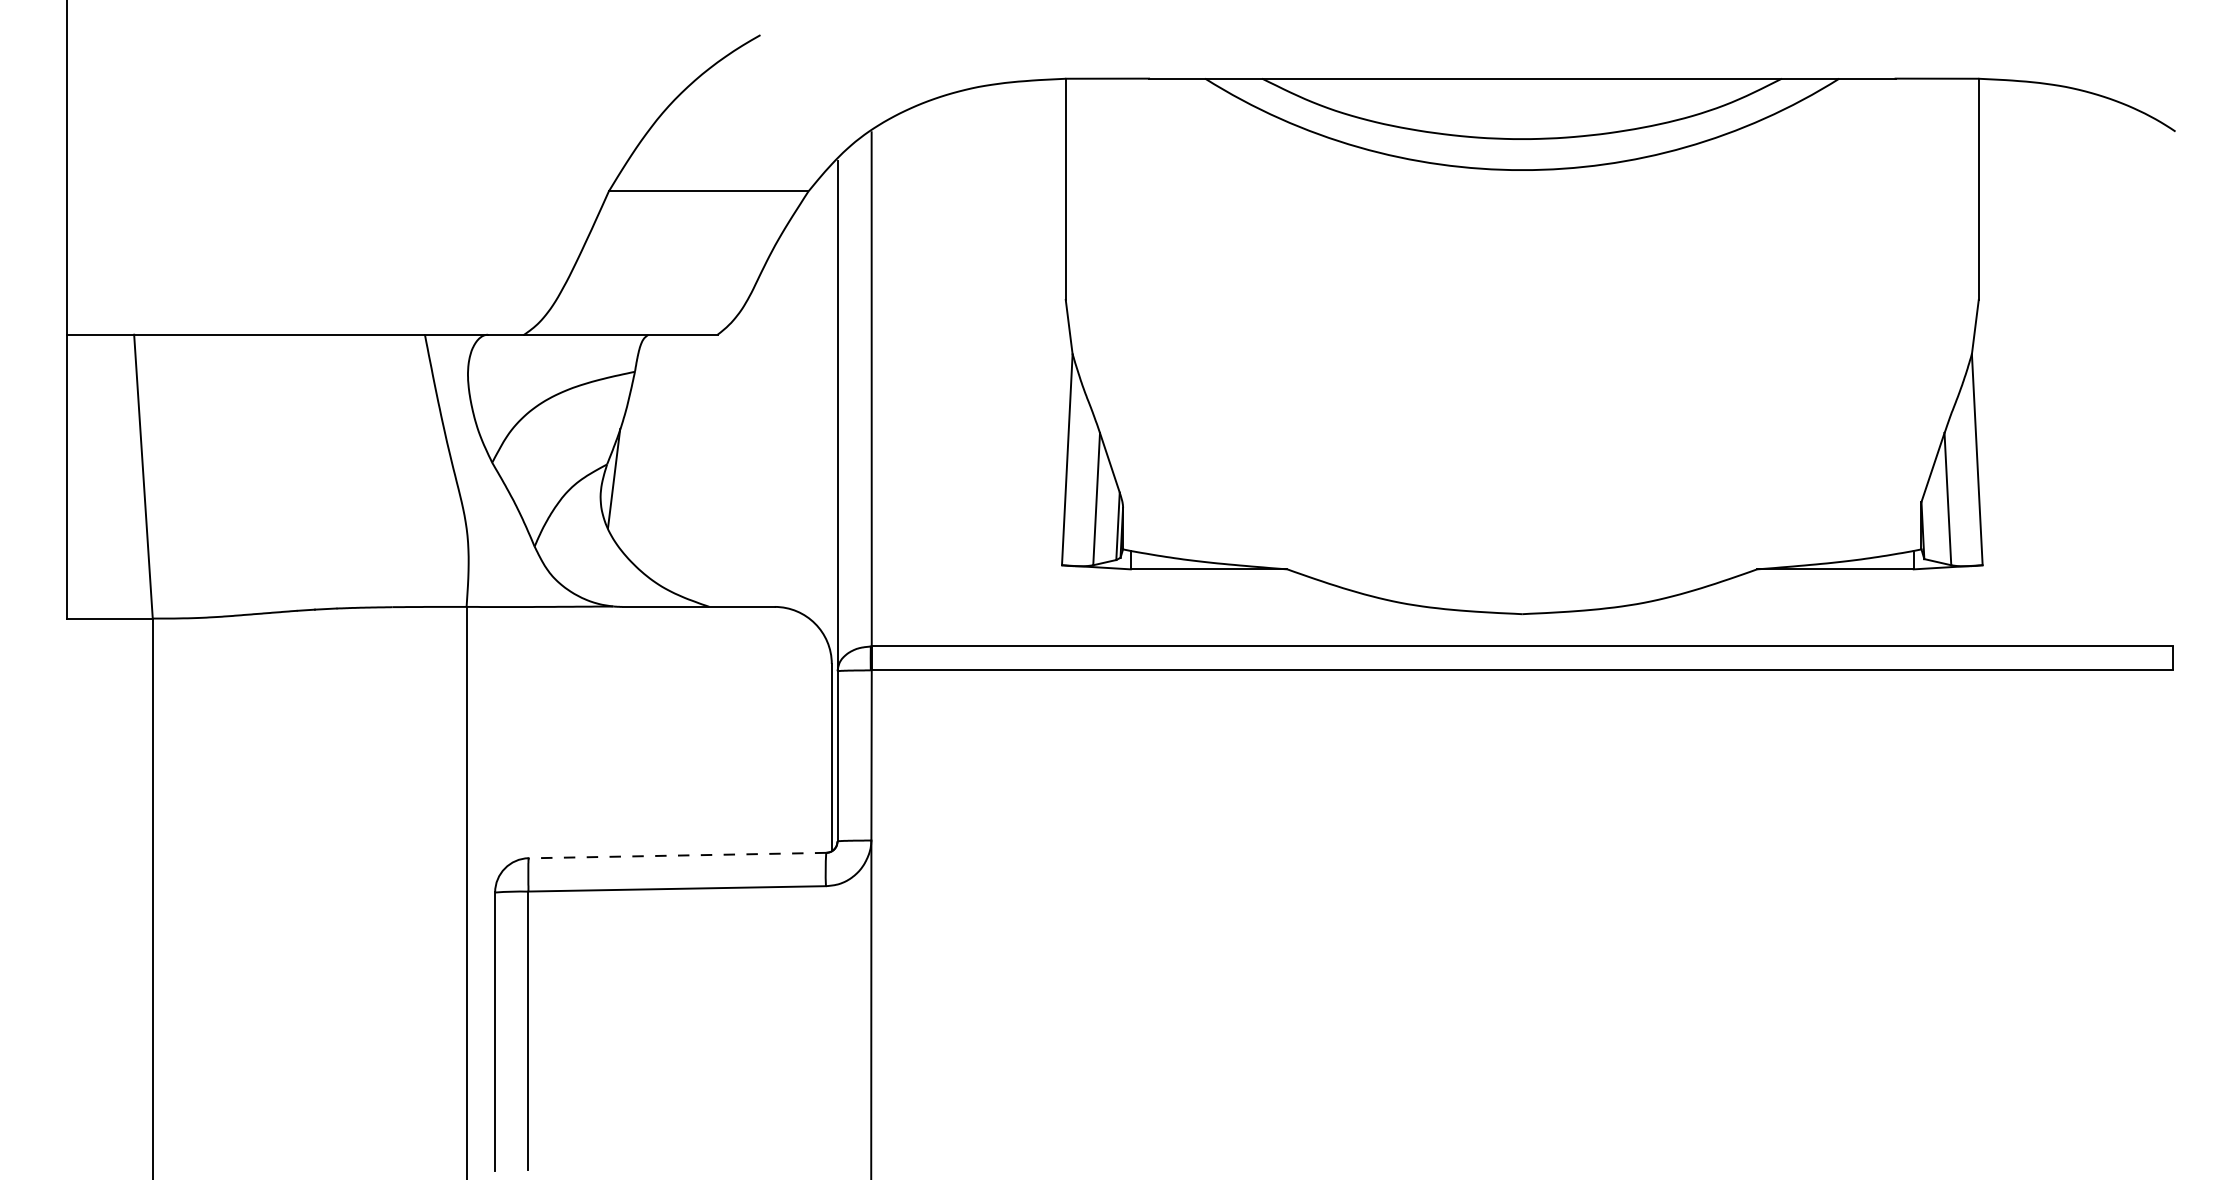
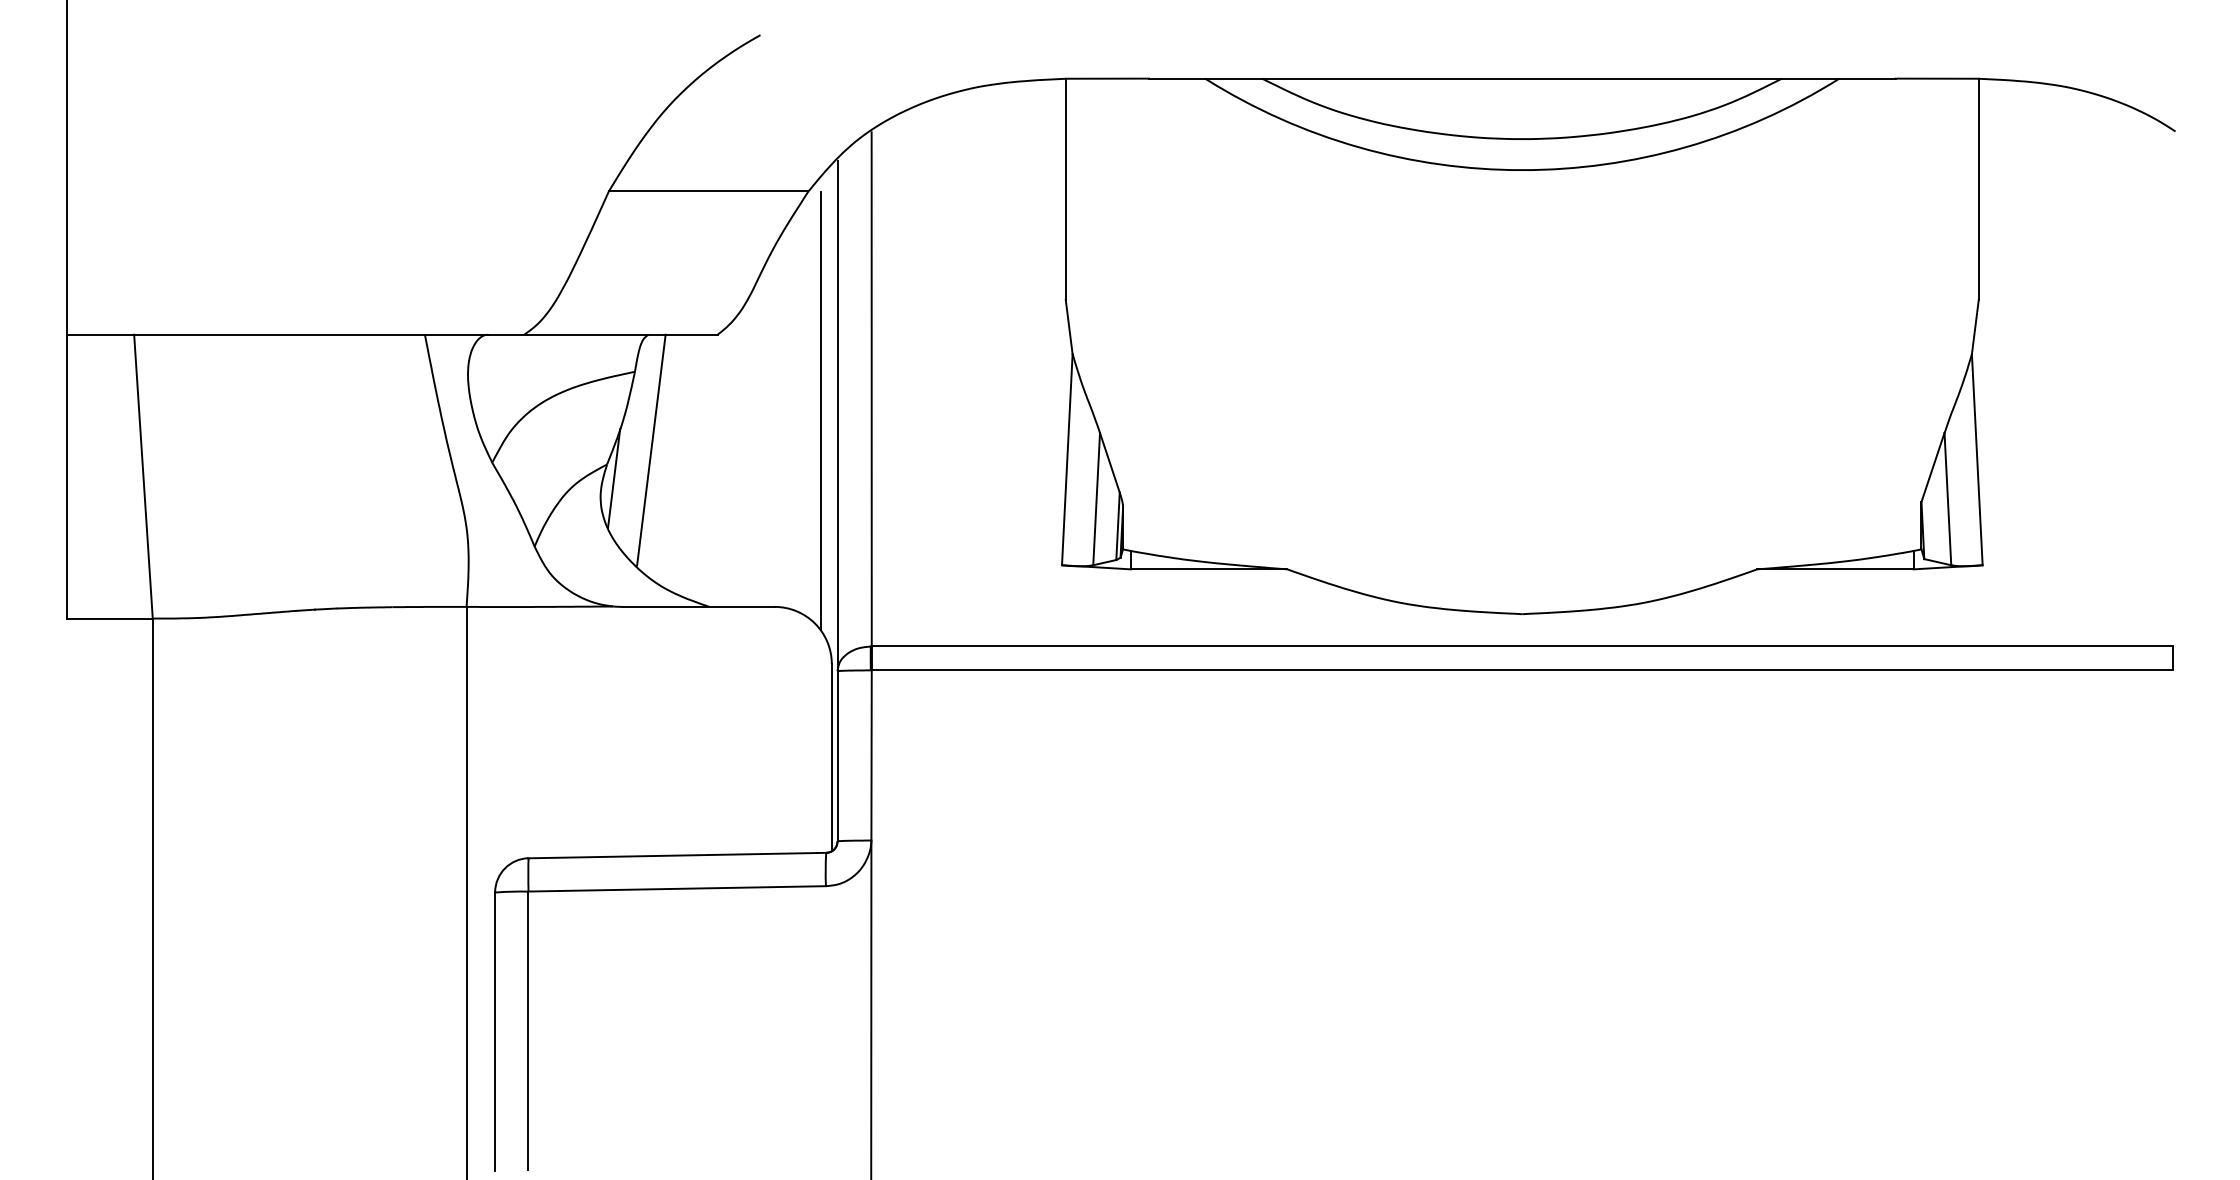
line at (820, 411): none -> present
line at (651, 449): none -> present
line at (676, 855): dashed -> solid
